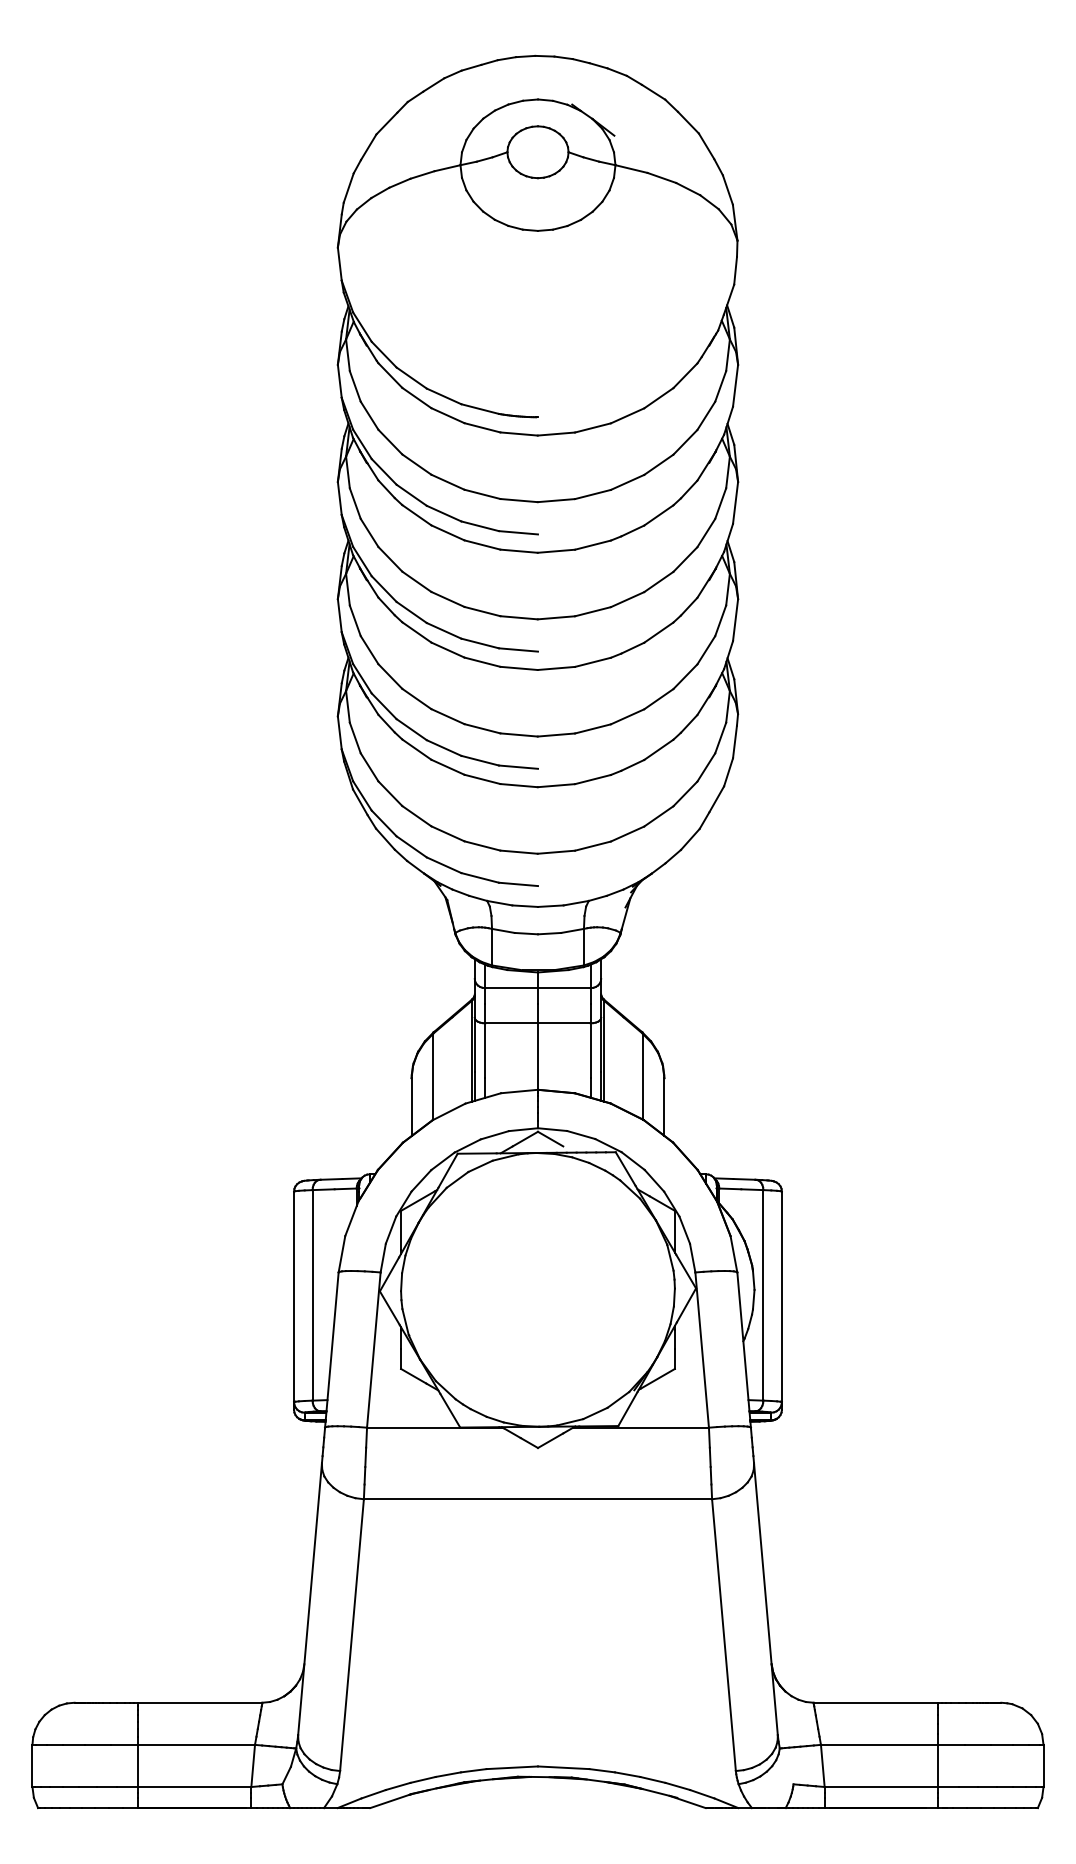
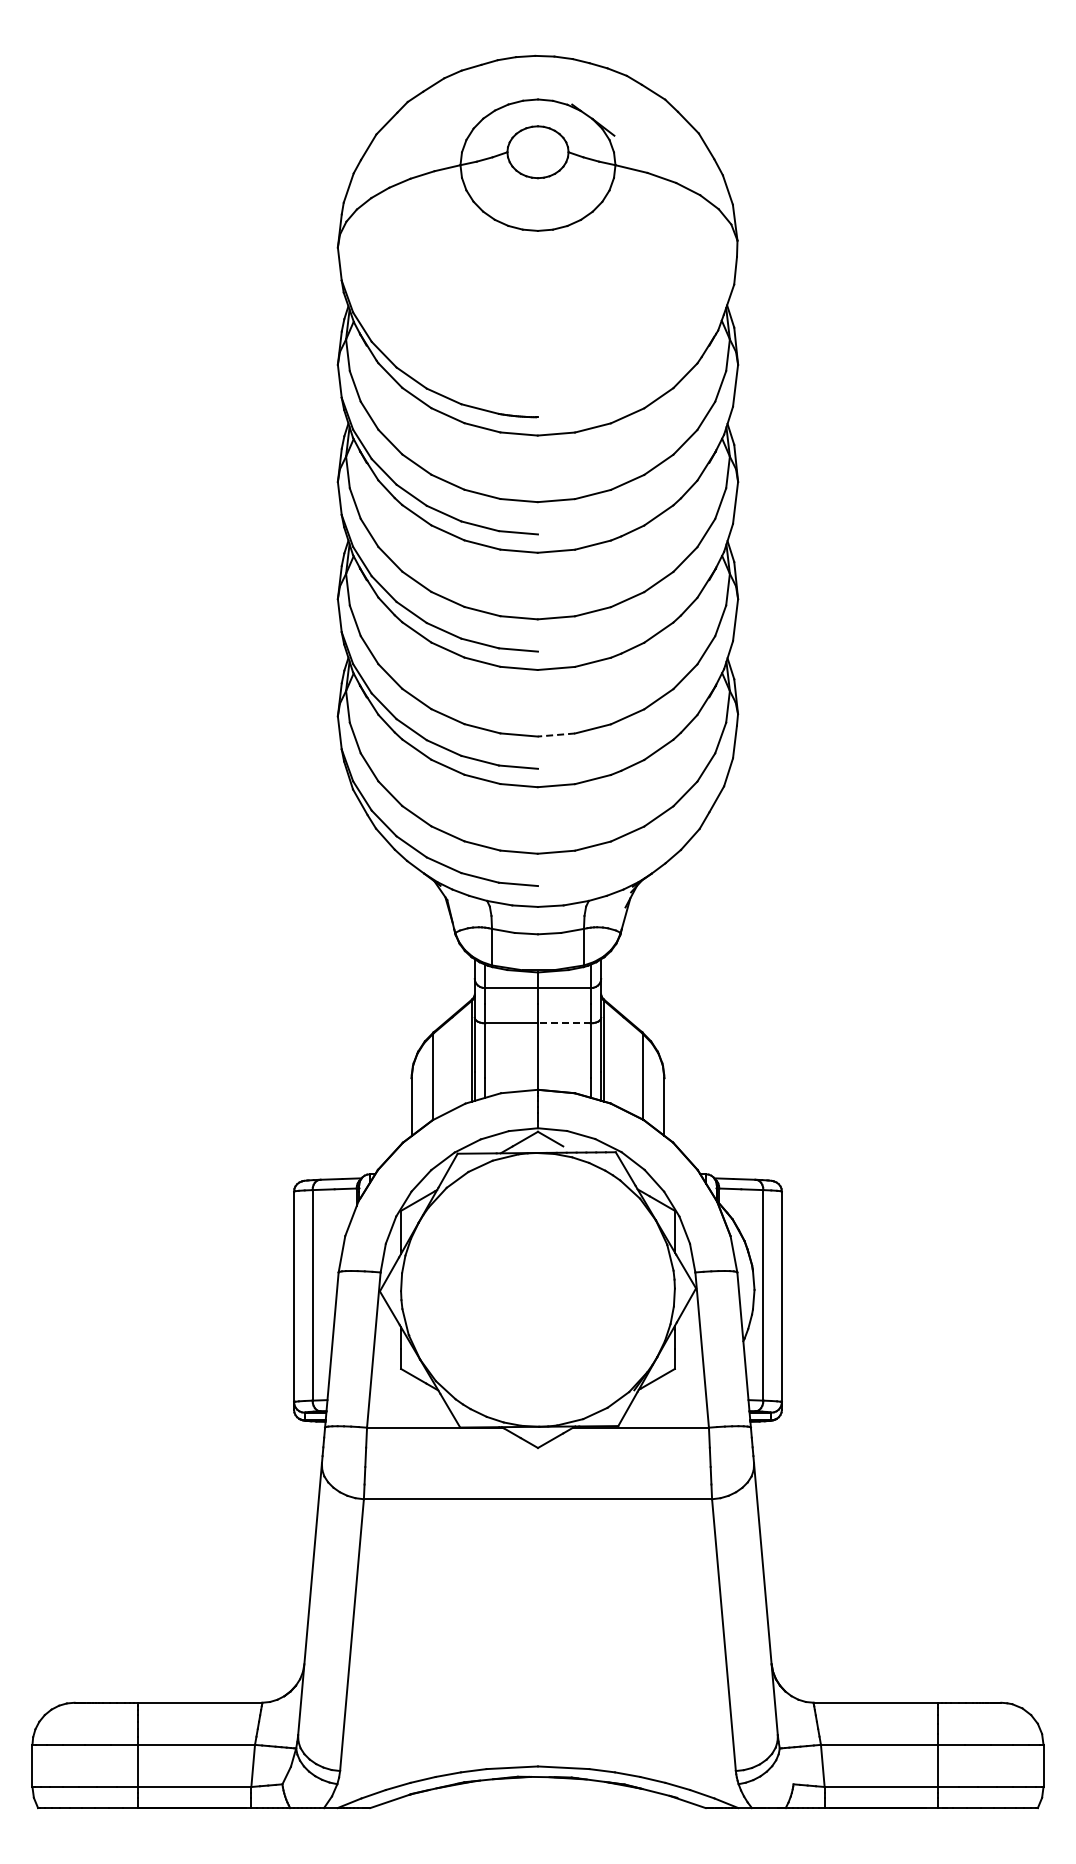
line at (556, 735): solid -> dashed
line at (563, 1023): solid -> dashed
